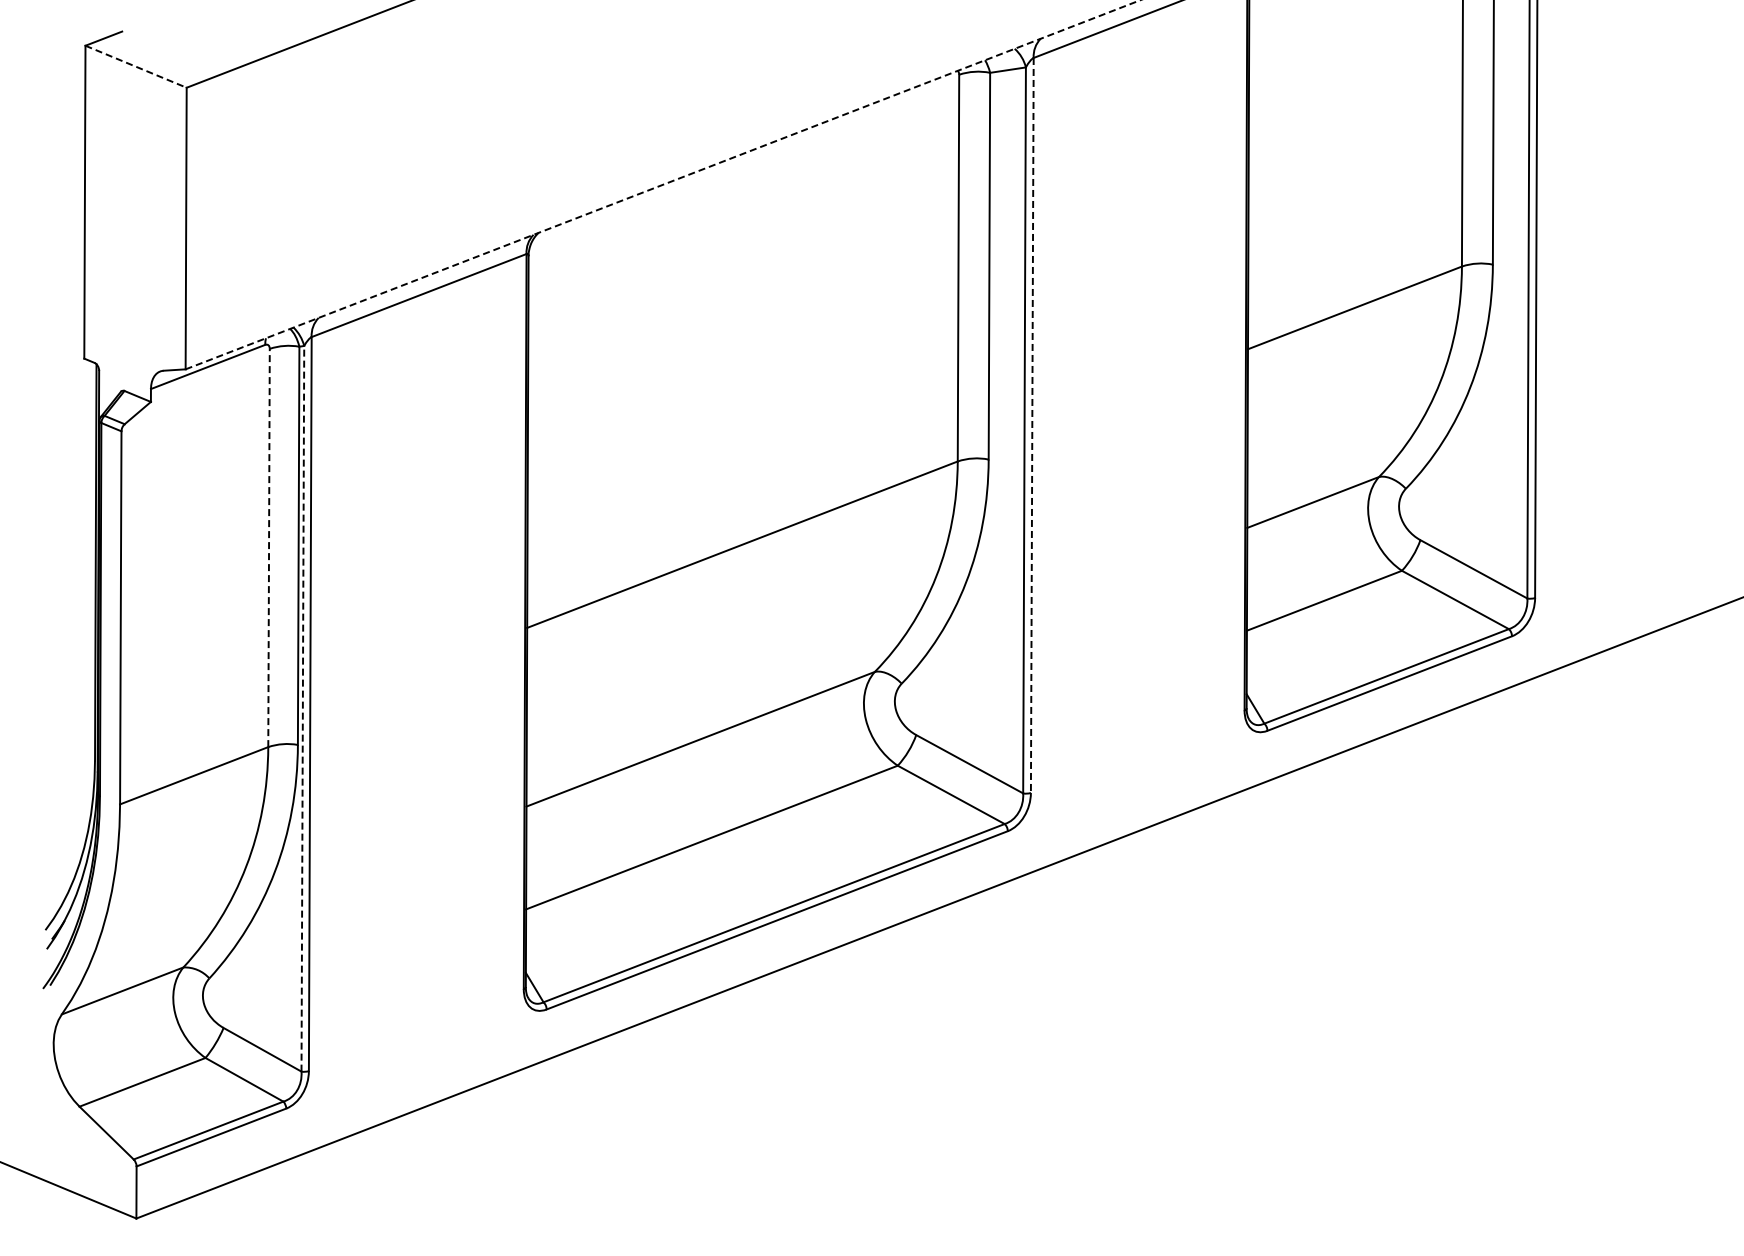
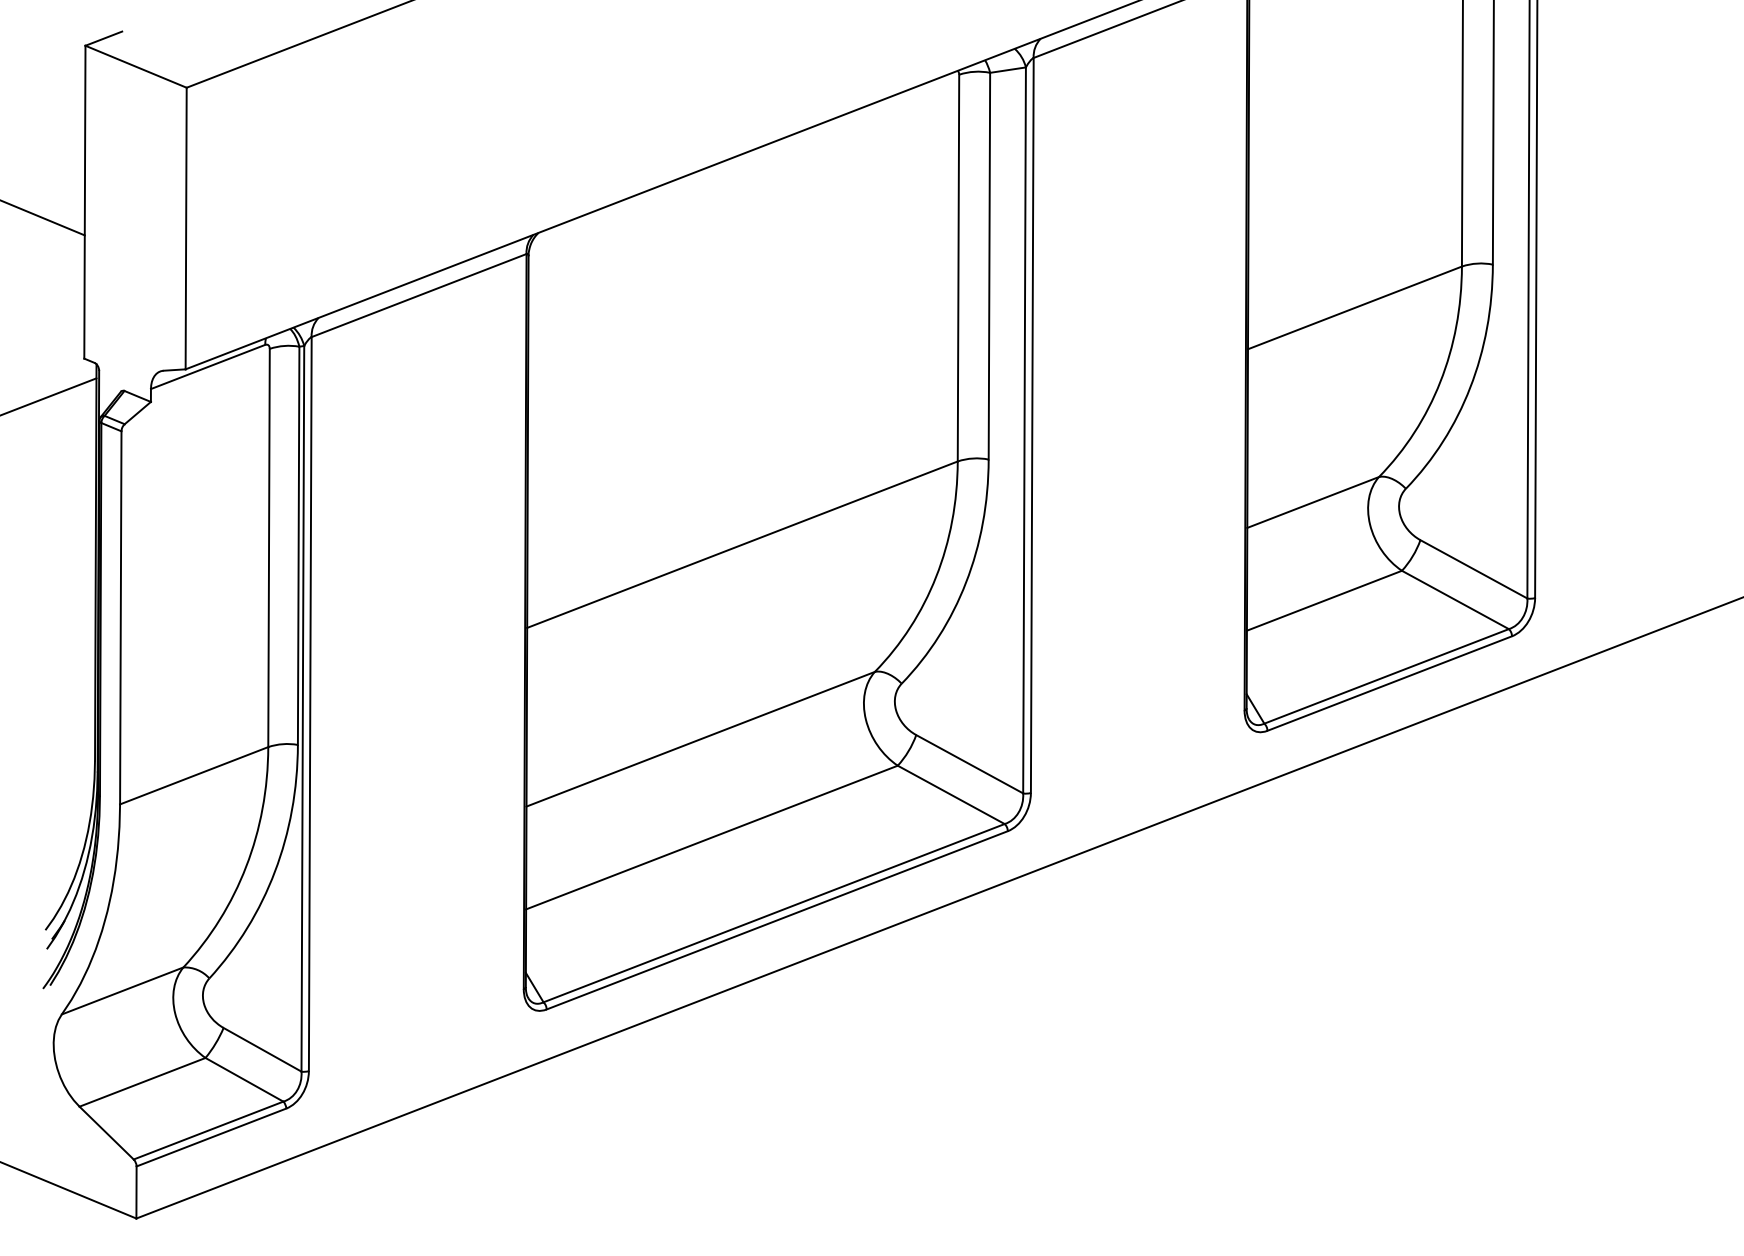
line at (136, 66): dashed -> solid
line at (663, 184): dashed -> solid
line at (43, 218): none -> present
line at (49, 396): none -> present
line at (1032, 425): dashed -> solid
line at (269, 547): dashed -> solid
line at (302, 708): dashed -> solid
